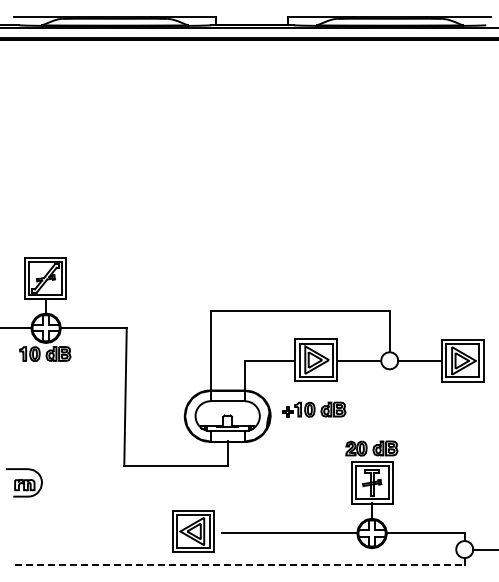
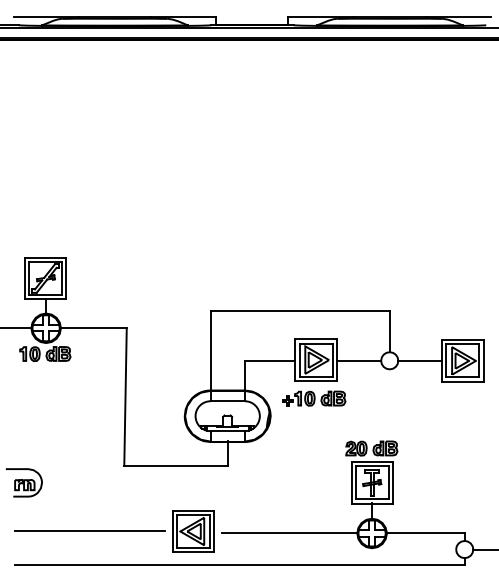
part at (314, 409) position: (314, 409) -> (314, 398)
line at (89, 530): none -> present
line at (239, 564): dashed -> solid
